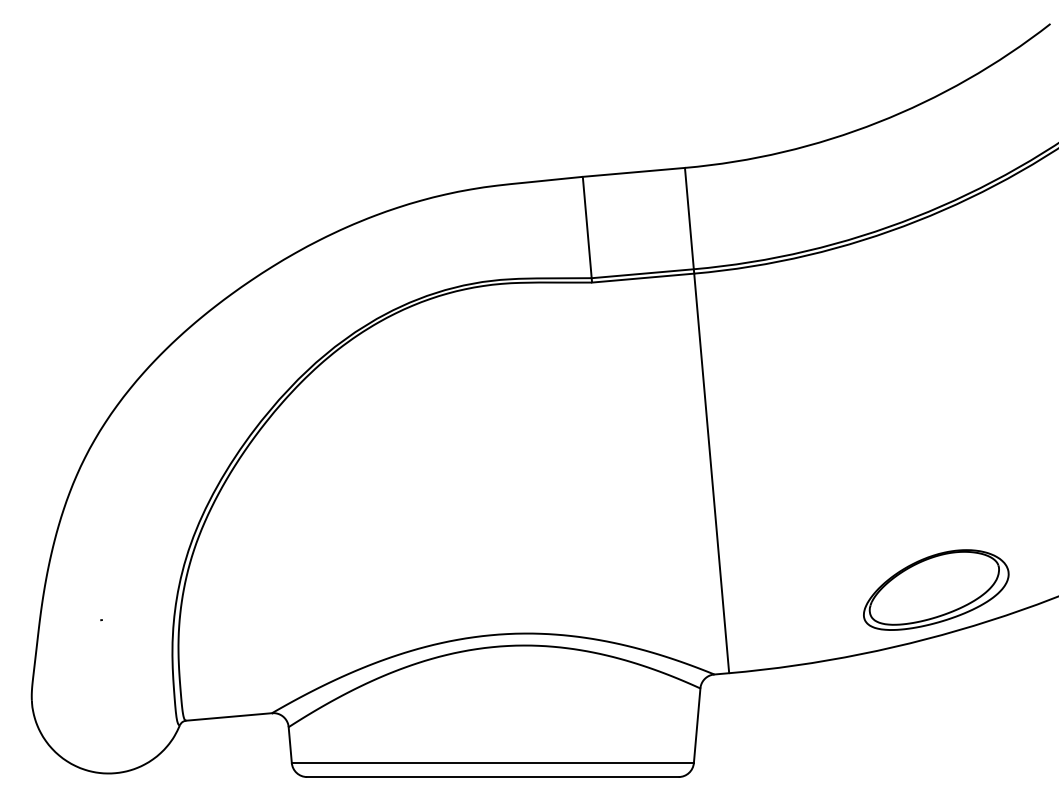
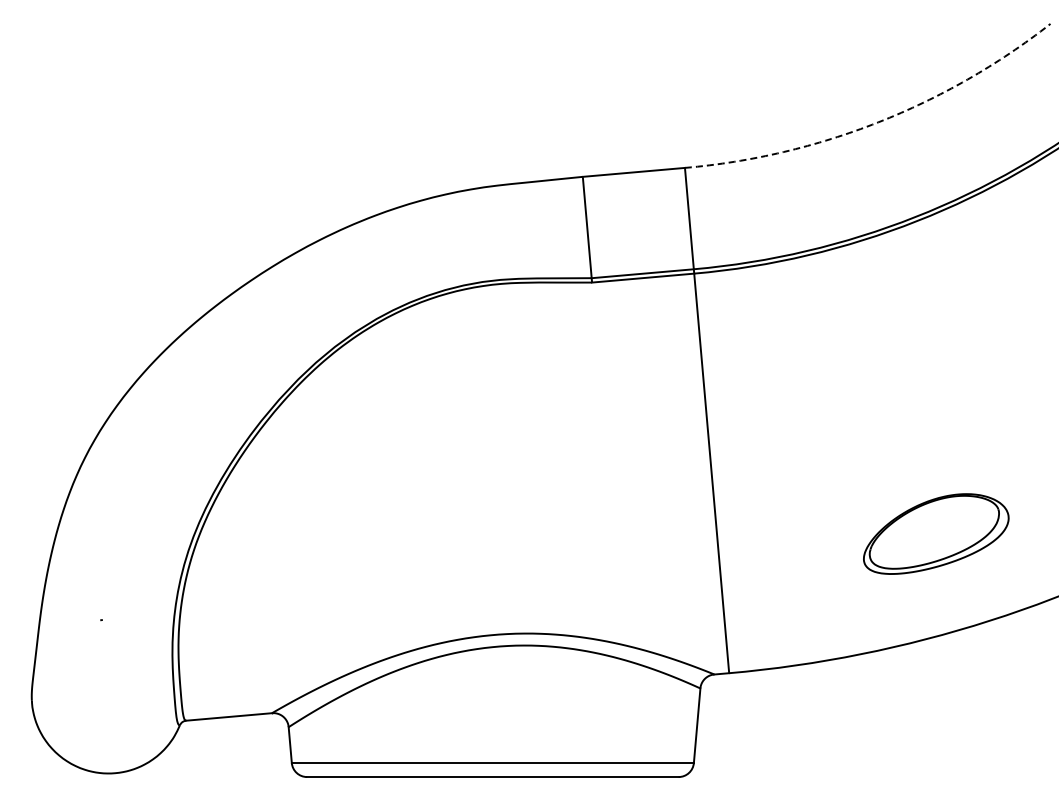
arc at (878, 122): solid -> dashed
part at (936, 589) position: (936, 589) -> (936, 533)
